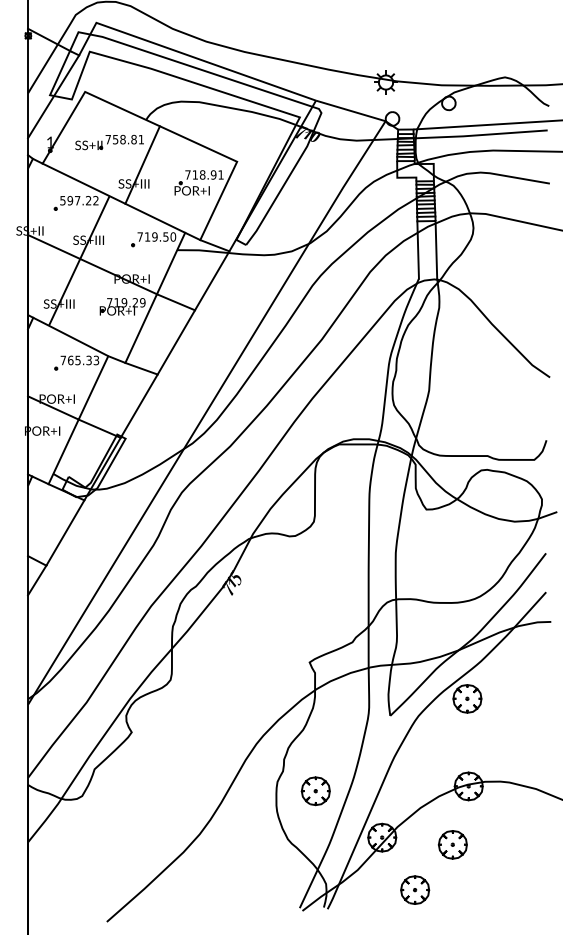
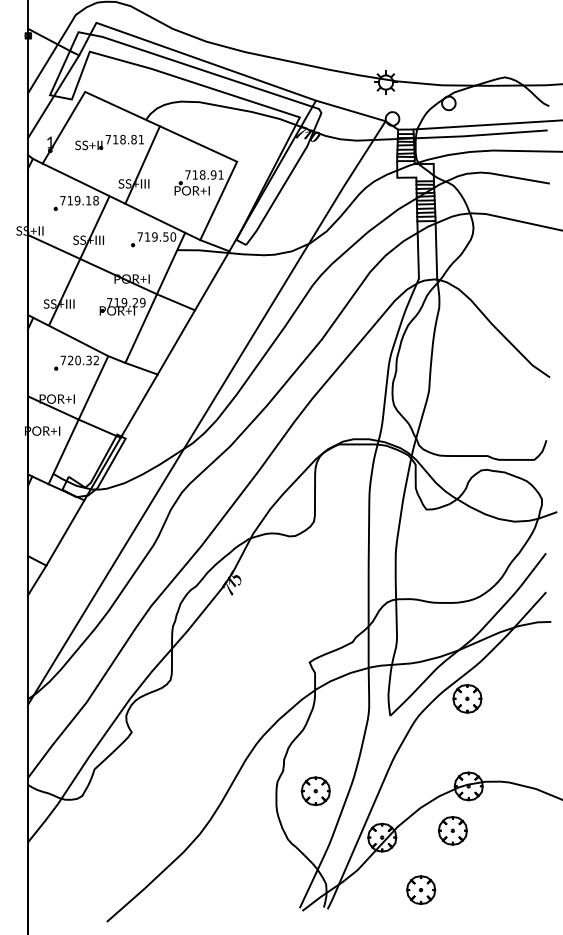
text at (115, 139): 758.81 -> 718.81
text at (79, 200): 597.22 -> 719.18
text at (83, 360): 765.33 -> 720.32
part at (452, 844) position: (452, 844) -> (452, 830)
part at (415, 889) position: (415, 889) -> (421, 889)
